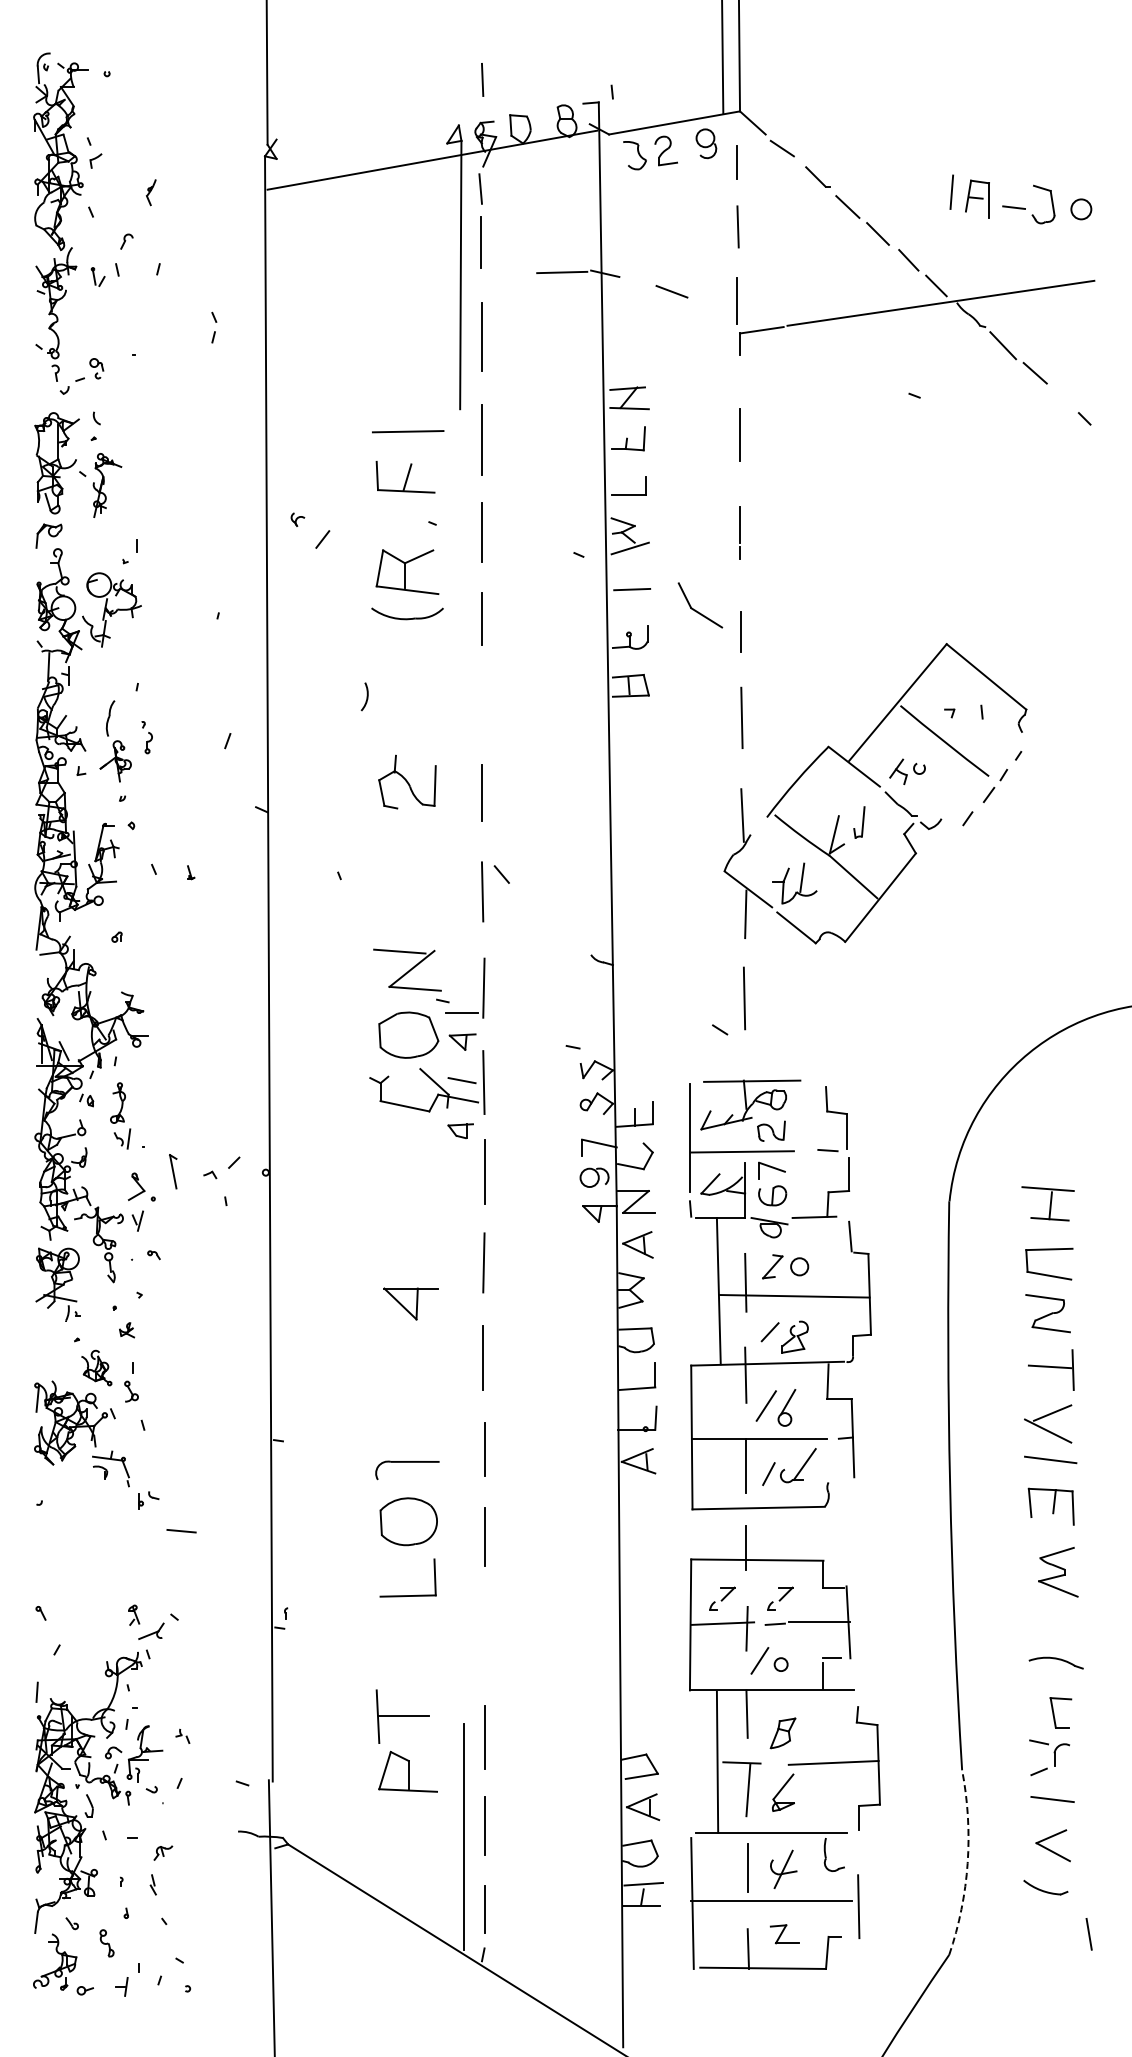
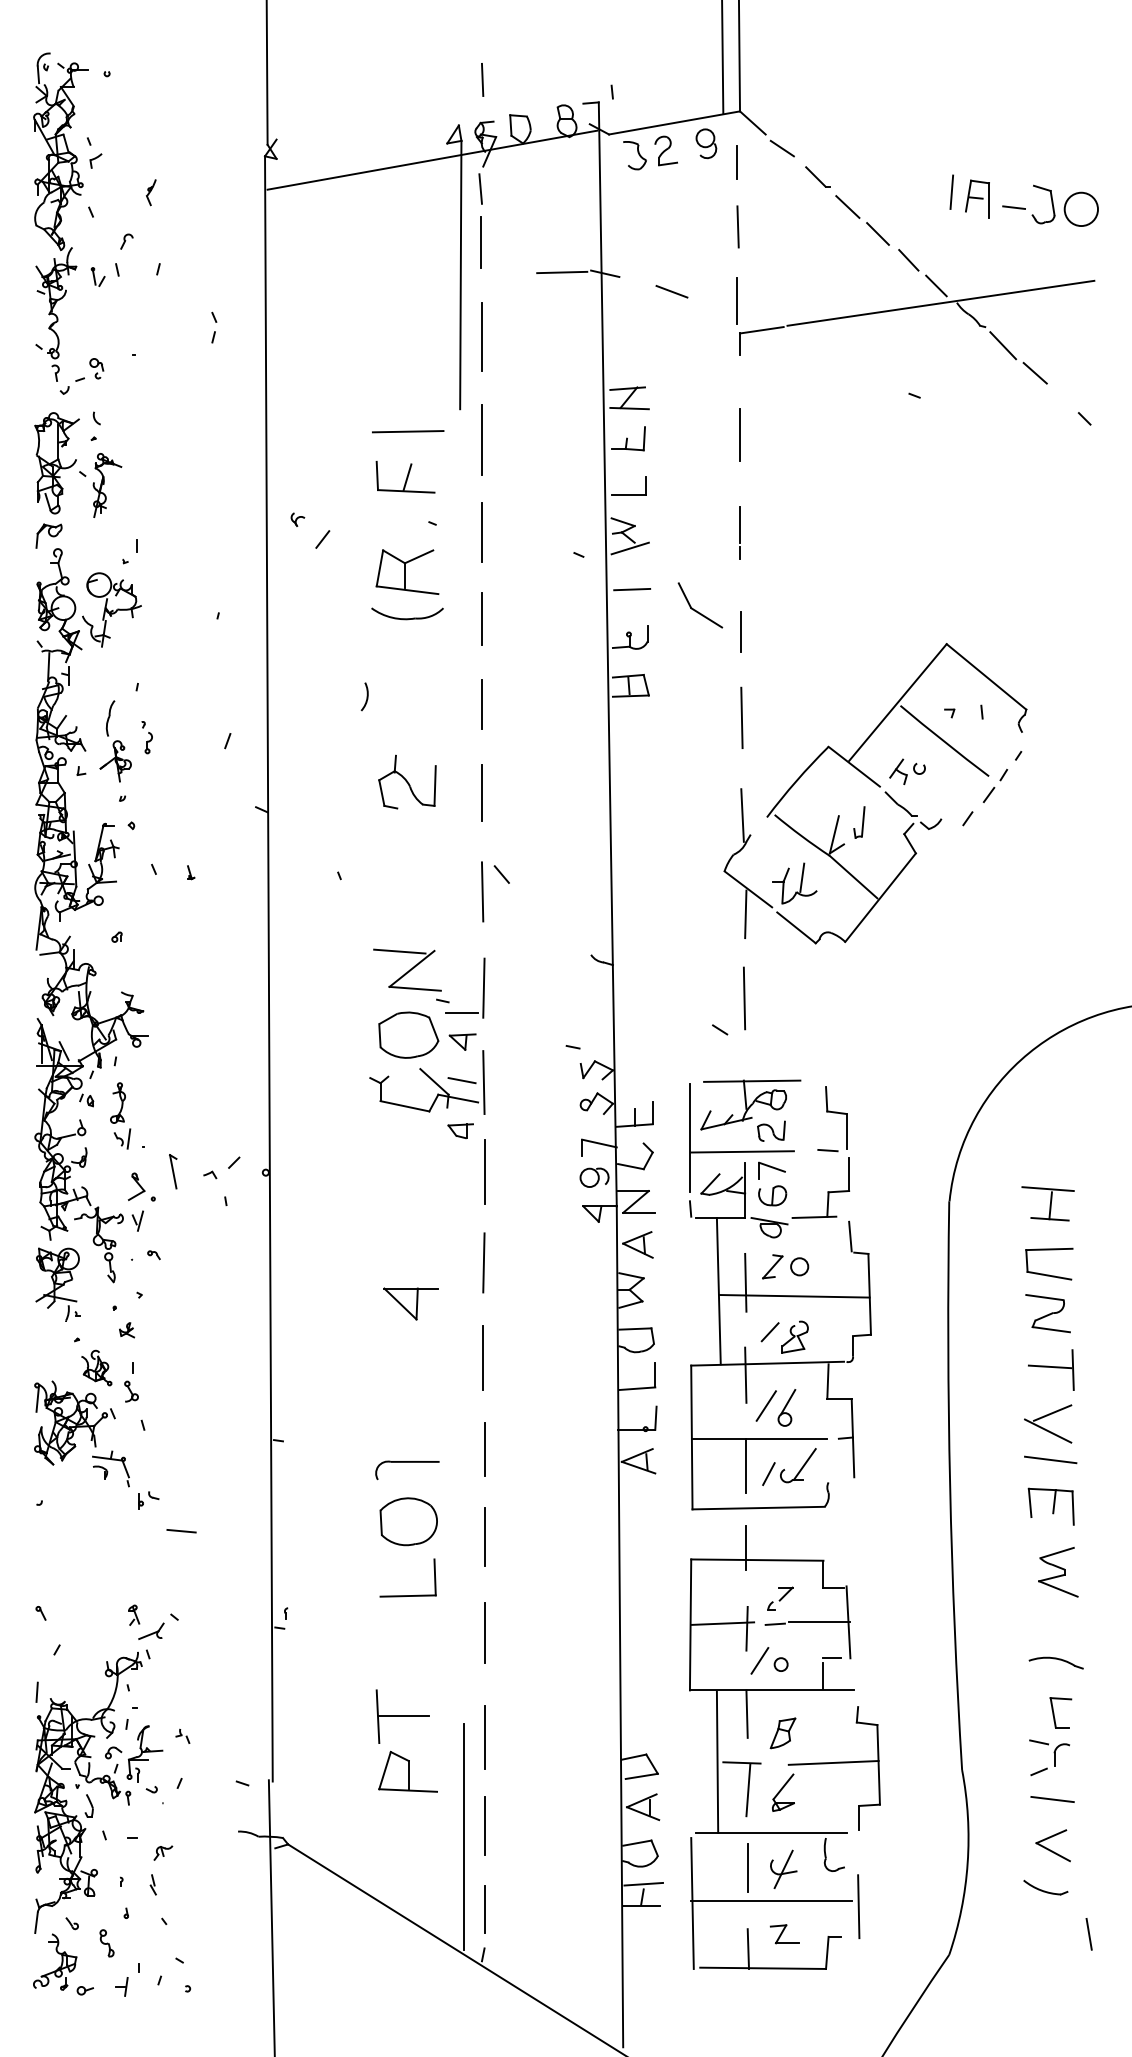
circle at (1081, 209) diameter: 20 px -> 33 px
line at (481, 704): none -> present
part at (722, 1598): present -> none
line at (484, 1633): none -> present
arc at (967, 1863): dashed -> solid
